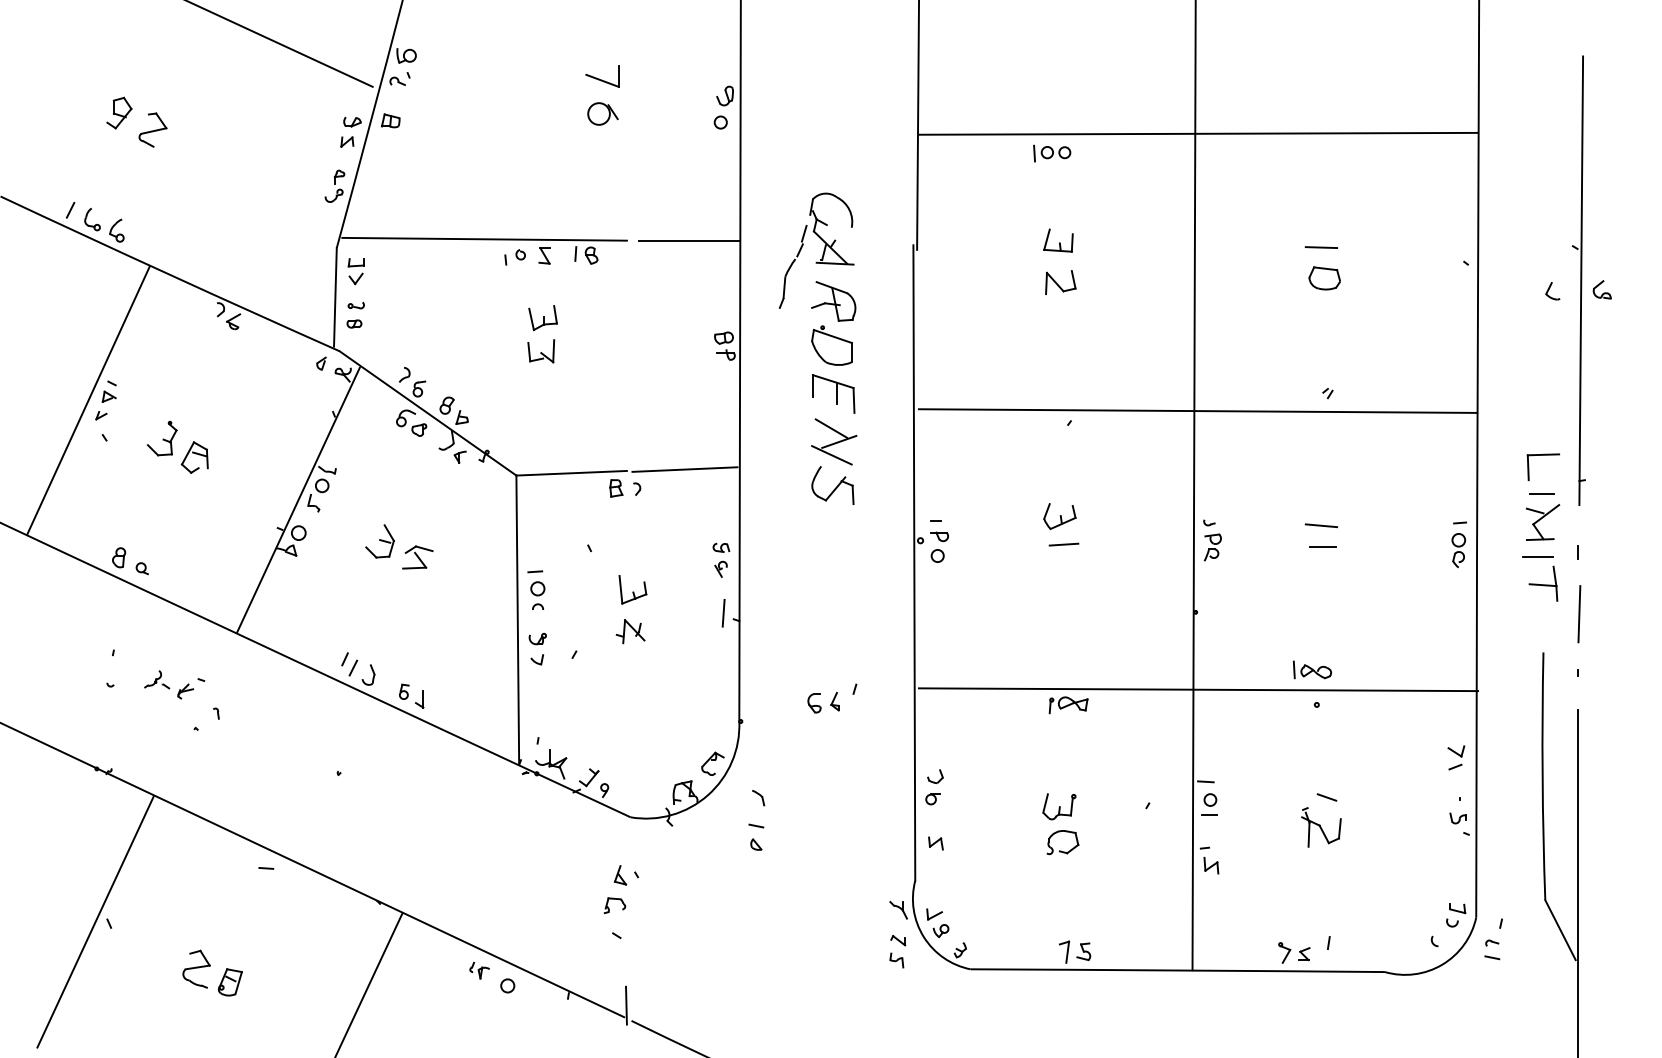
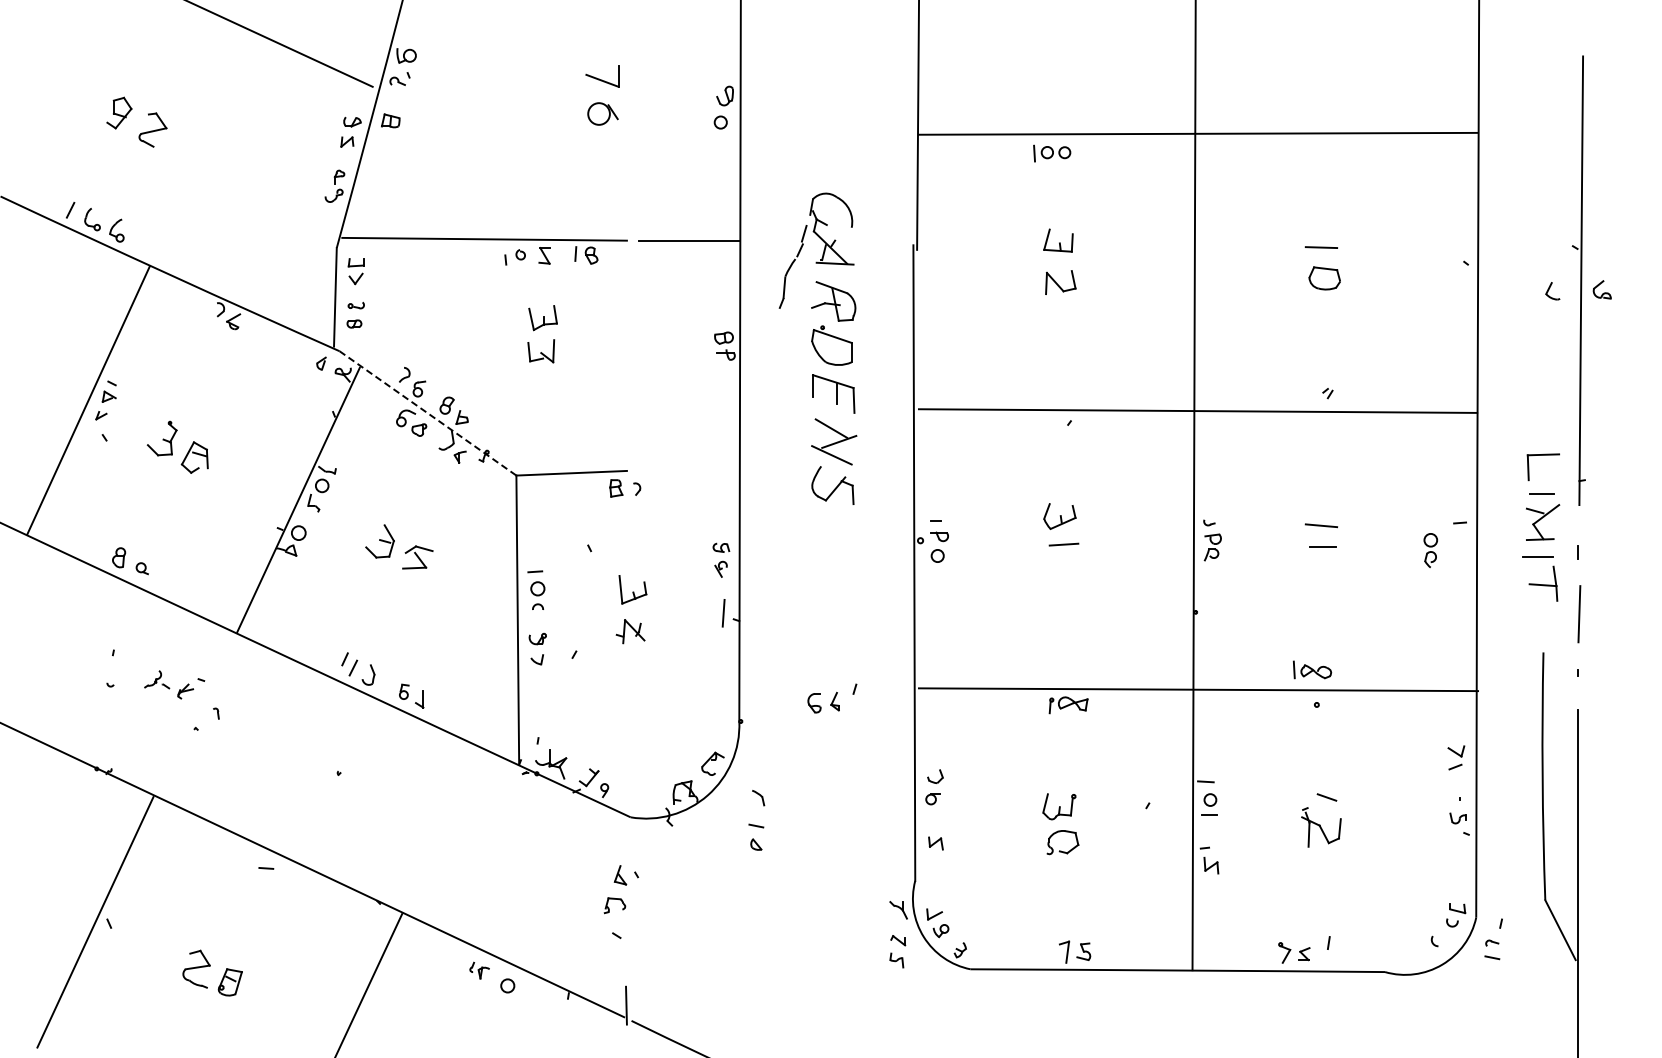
line at (428, 413): solid -> dashed
line at (684, 469): present -> none
part at (1458, 550) position: (1458, 550) -> (1430, 550)
